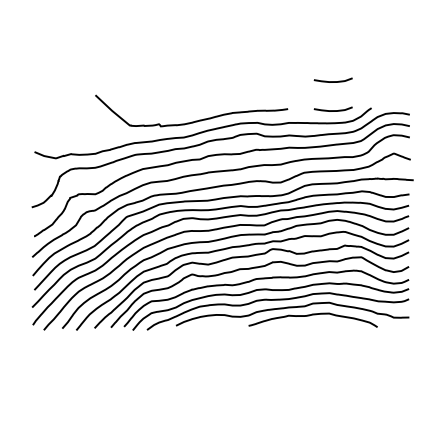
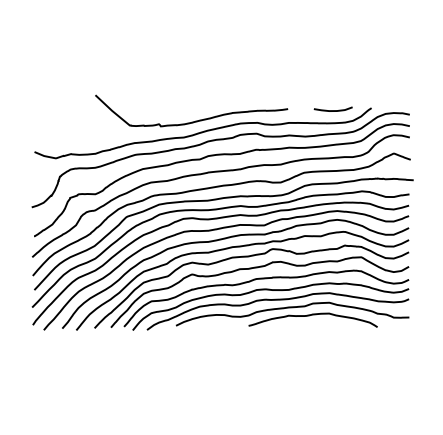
curve at (332, 81): present -> none
